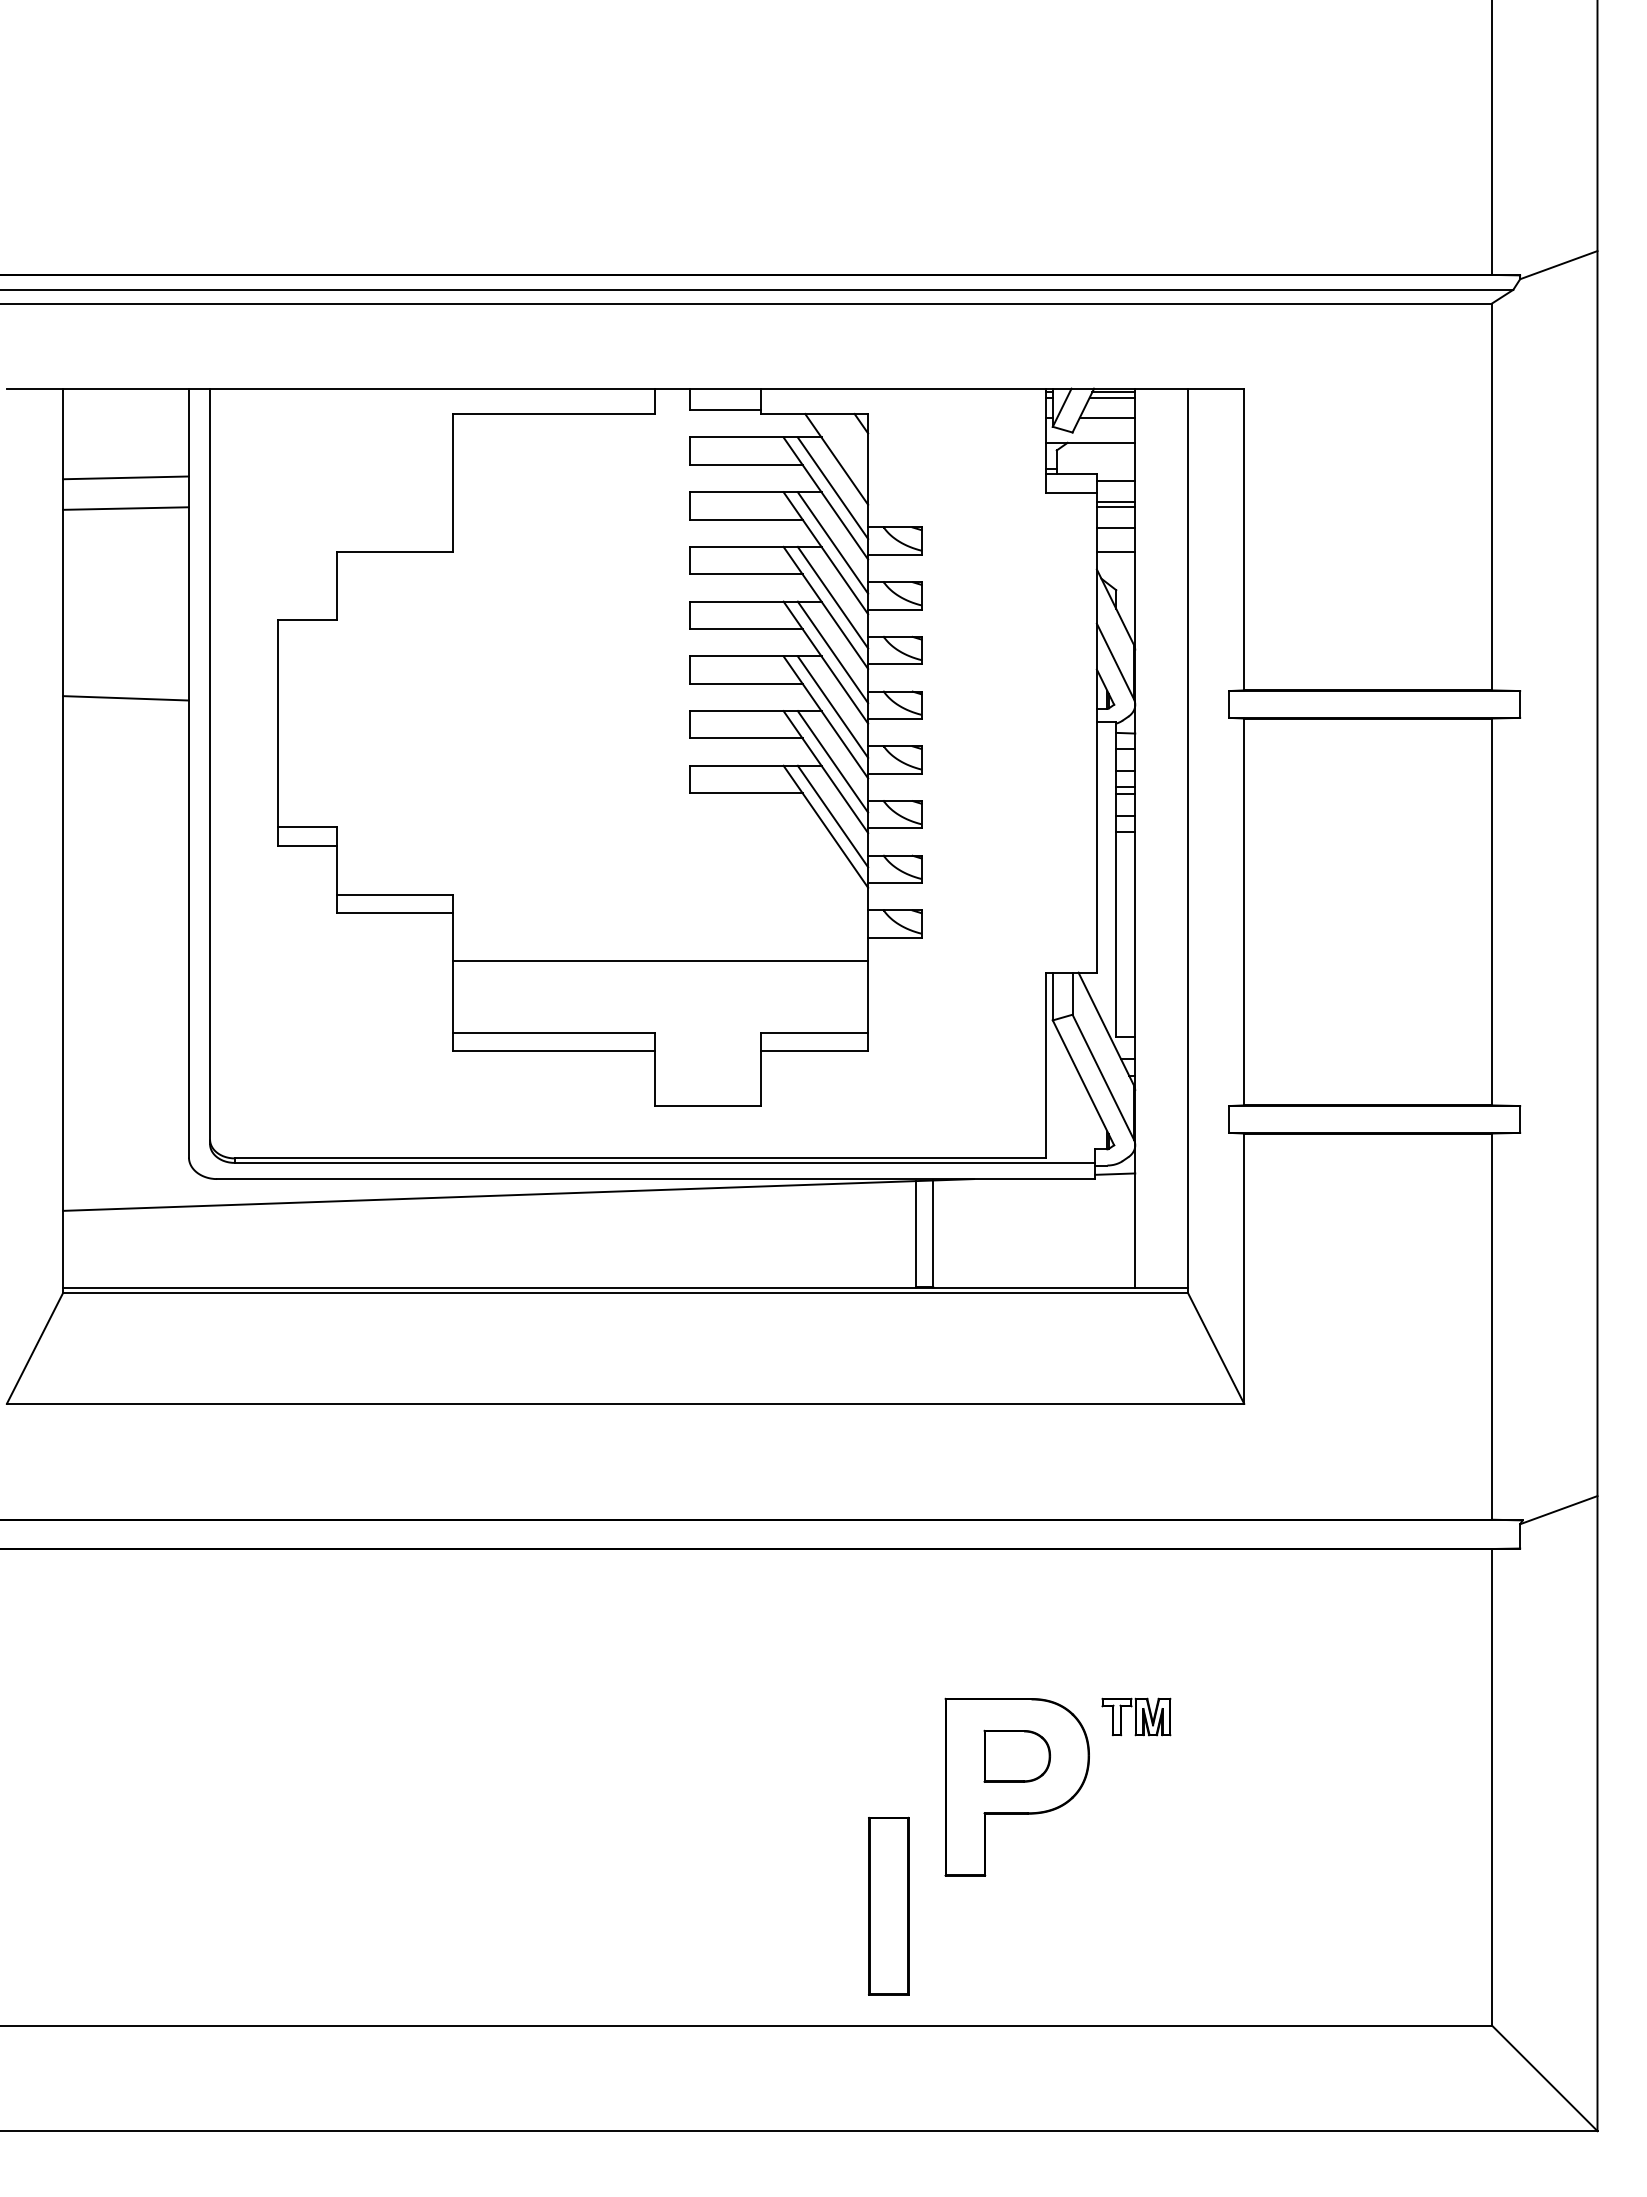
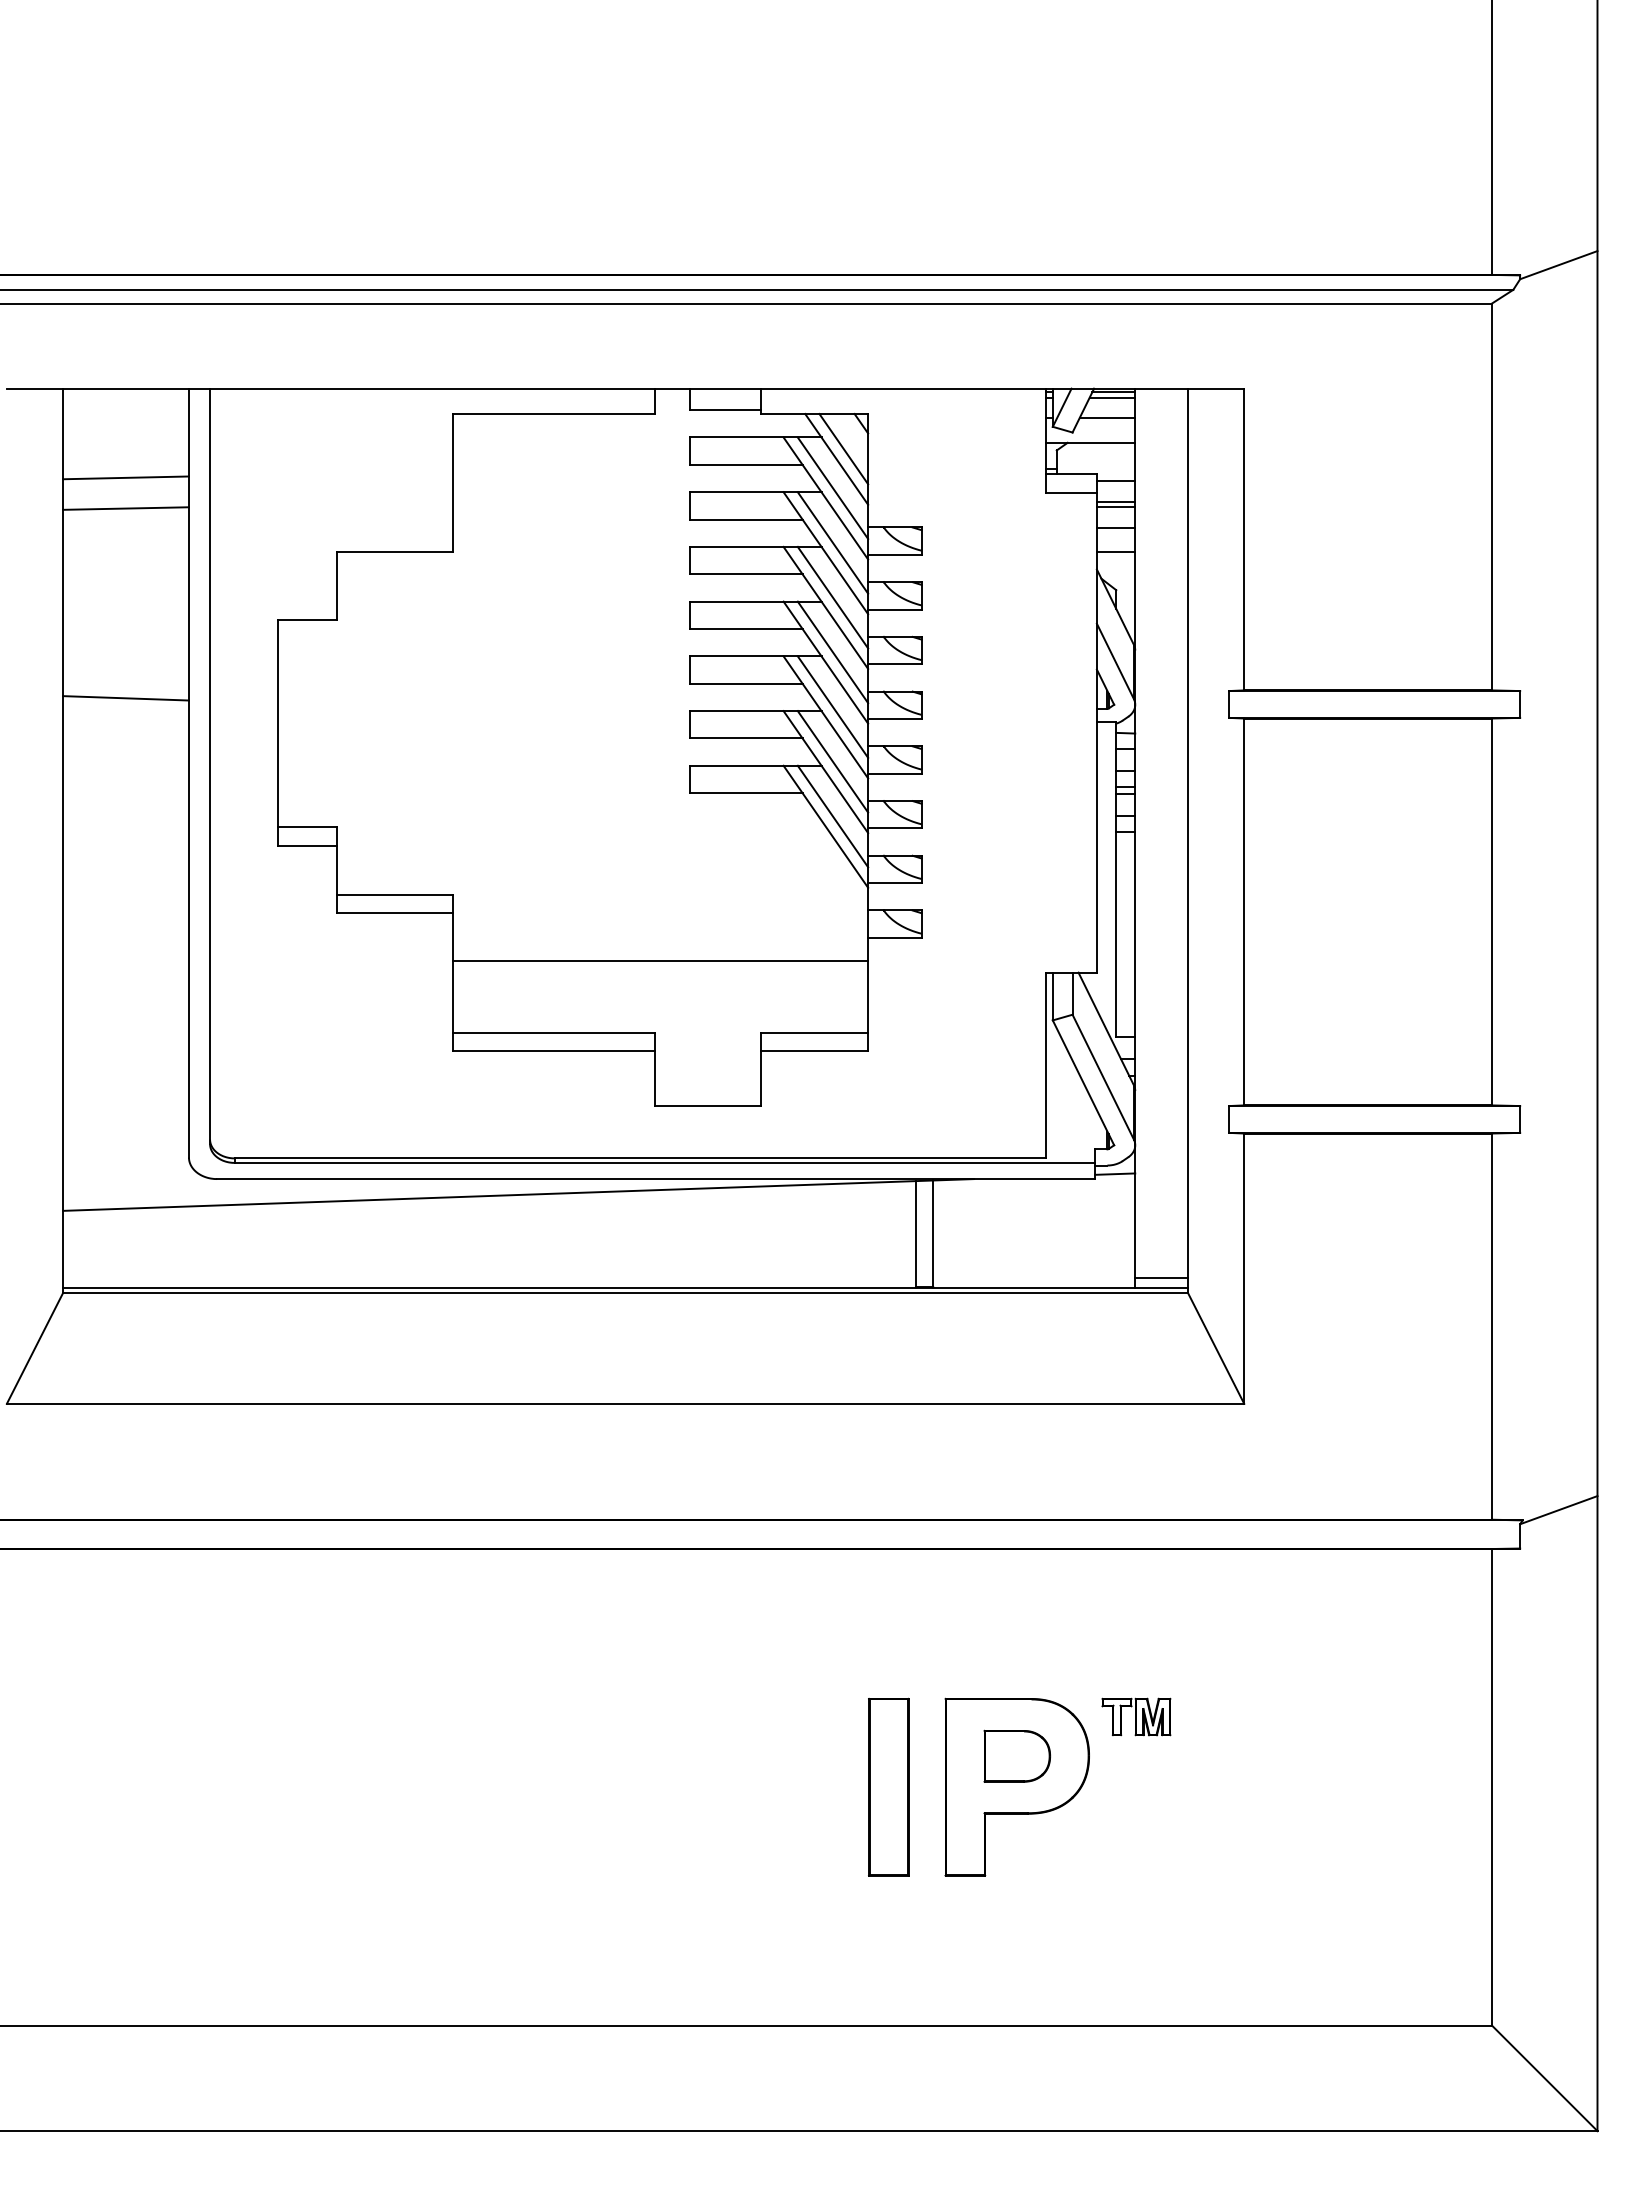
line at (843, 449): none -> present
line at (1161, 1278): none -> present
part at (888, 1905) position: (888, 1905) -> (888, 1786)
